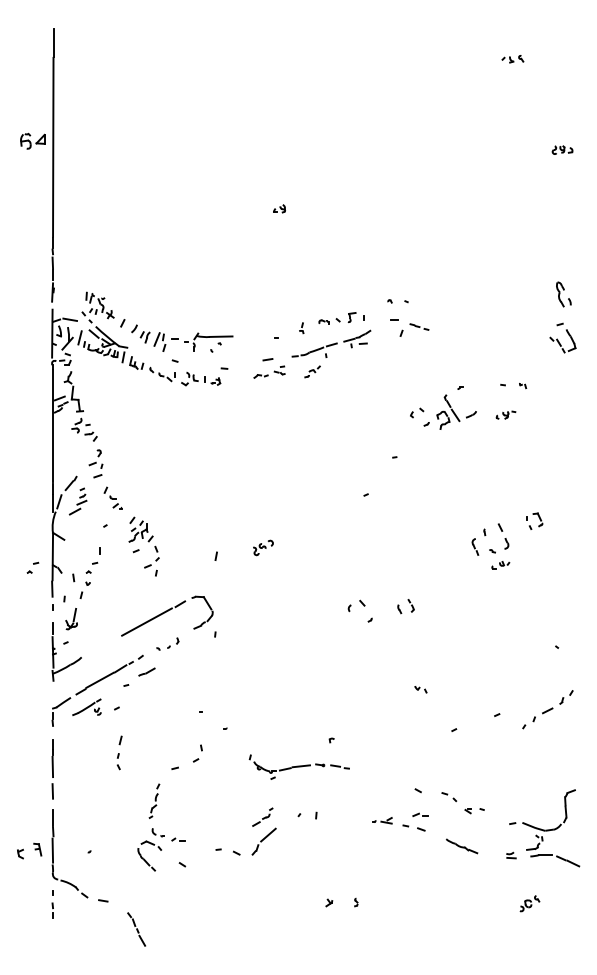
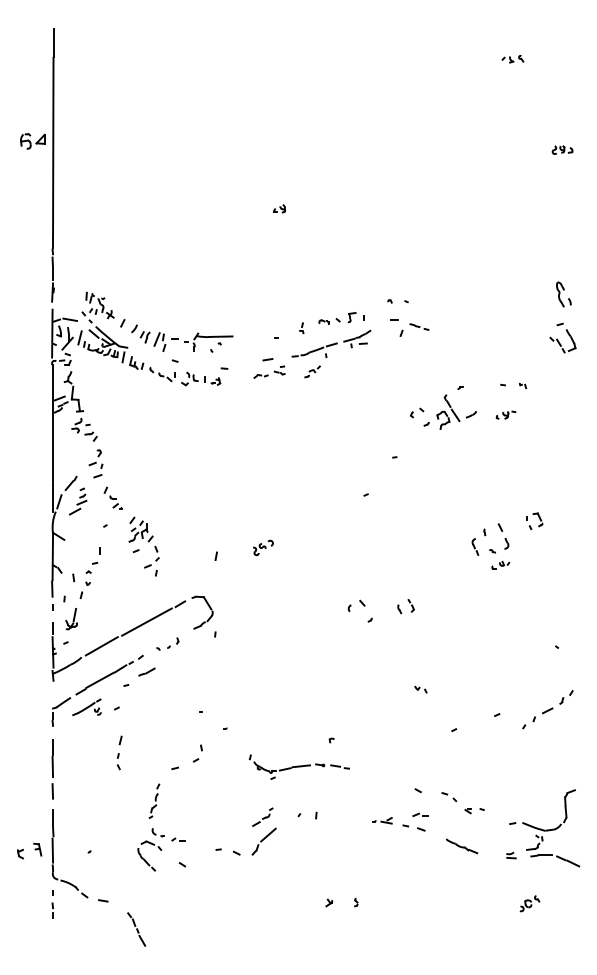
part at (32, 567): present -> none
line at (101, 646): none -> present
